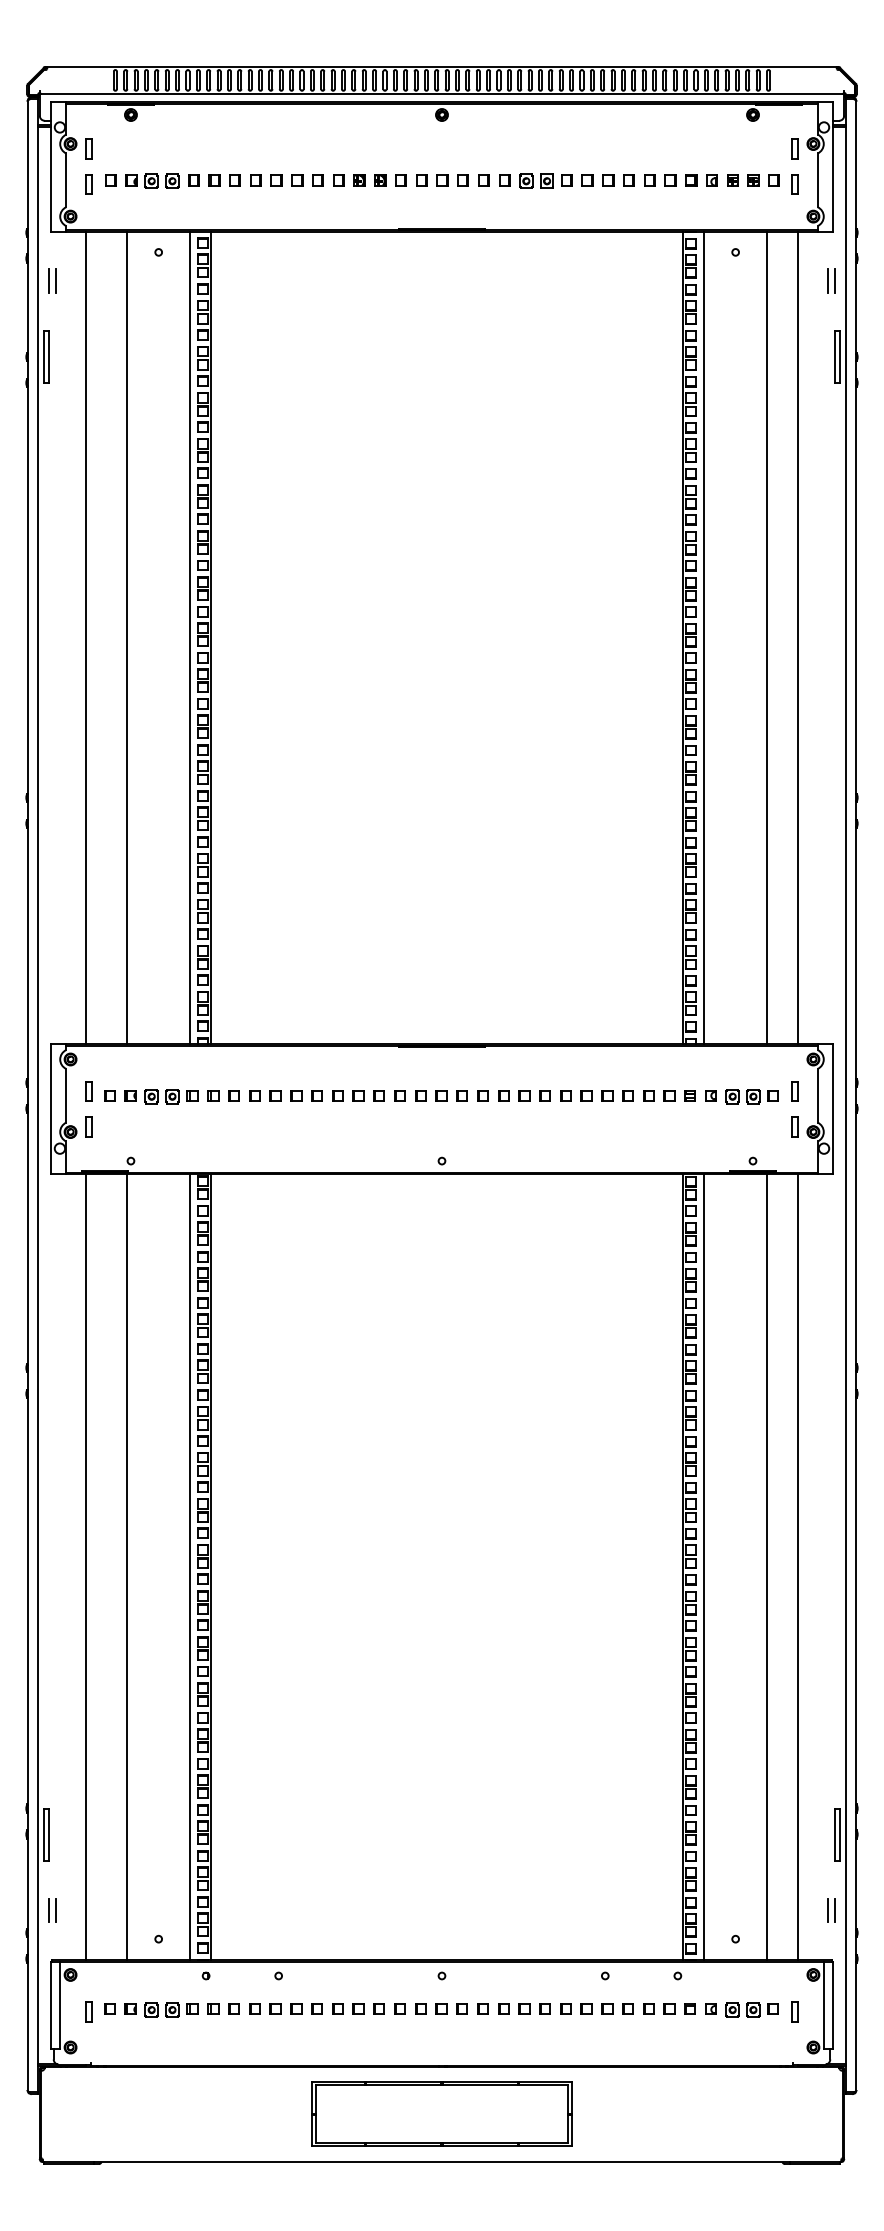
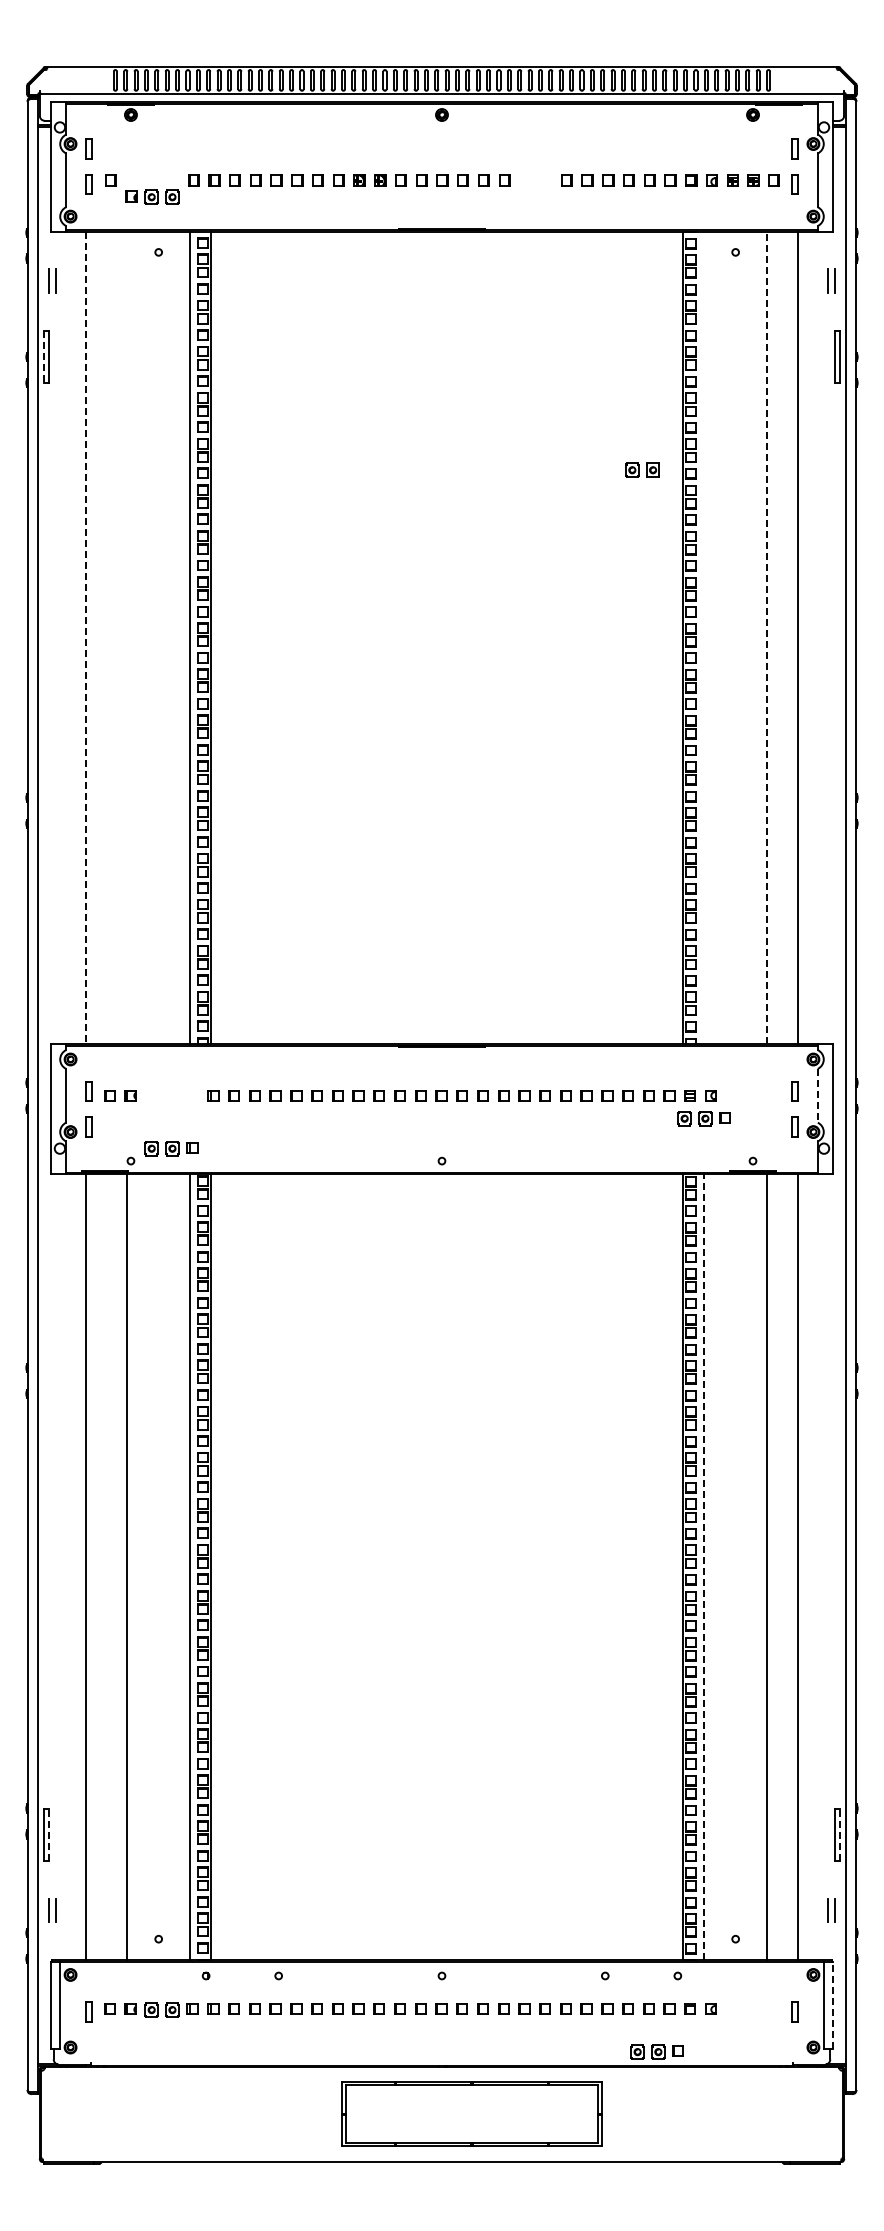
part at (152, 180) position: (152, 180) -> (152, 196)
part at (536, 180) position: (536, 180) -> (642, 469)
line at (43, 356): solid -> dashed
line at (127, 637): present -> none
line at (704, 637): present -> none
line at (767, 637): solid -> dashed
line at (85, 638): solid -> dashed
line at (817, 1095): solid -> dashed
part at (171, 1096) position: (171, 1096) -> (171, 1148)
part at (751, 1096) position: (751, 1096) -> (703, 1118)
line at (704, 1566): solid -> dashed
line at (48, 1835): solid -> dashed
line at (840, 1835): solid -> dashed
line at (833, 2005): solid -> dashed
part at (751, 2009) position: (751, 2009) -> (656, 2051)
part at (441, 2113) position: (441, 2113) -> (471, 2113)
